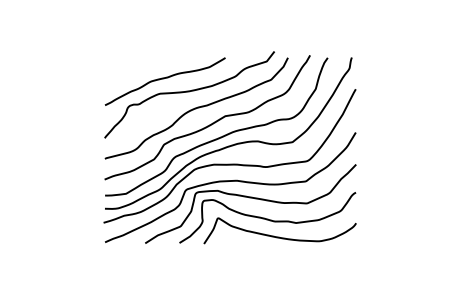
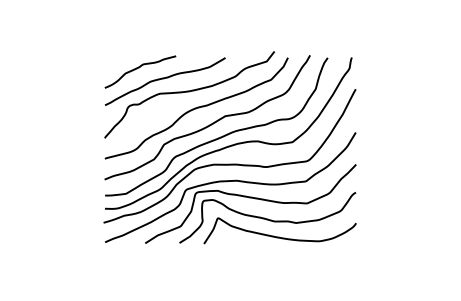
curve at (139, 68): none -> present
